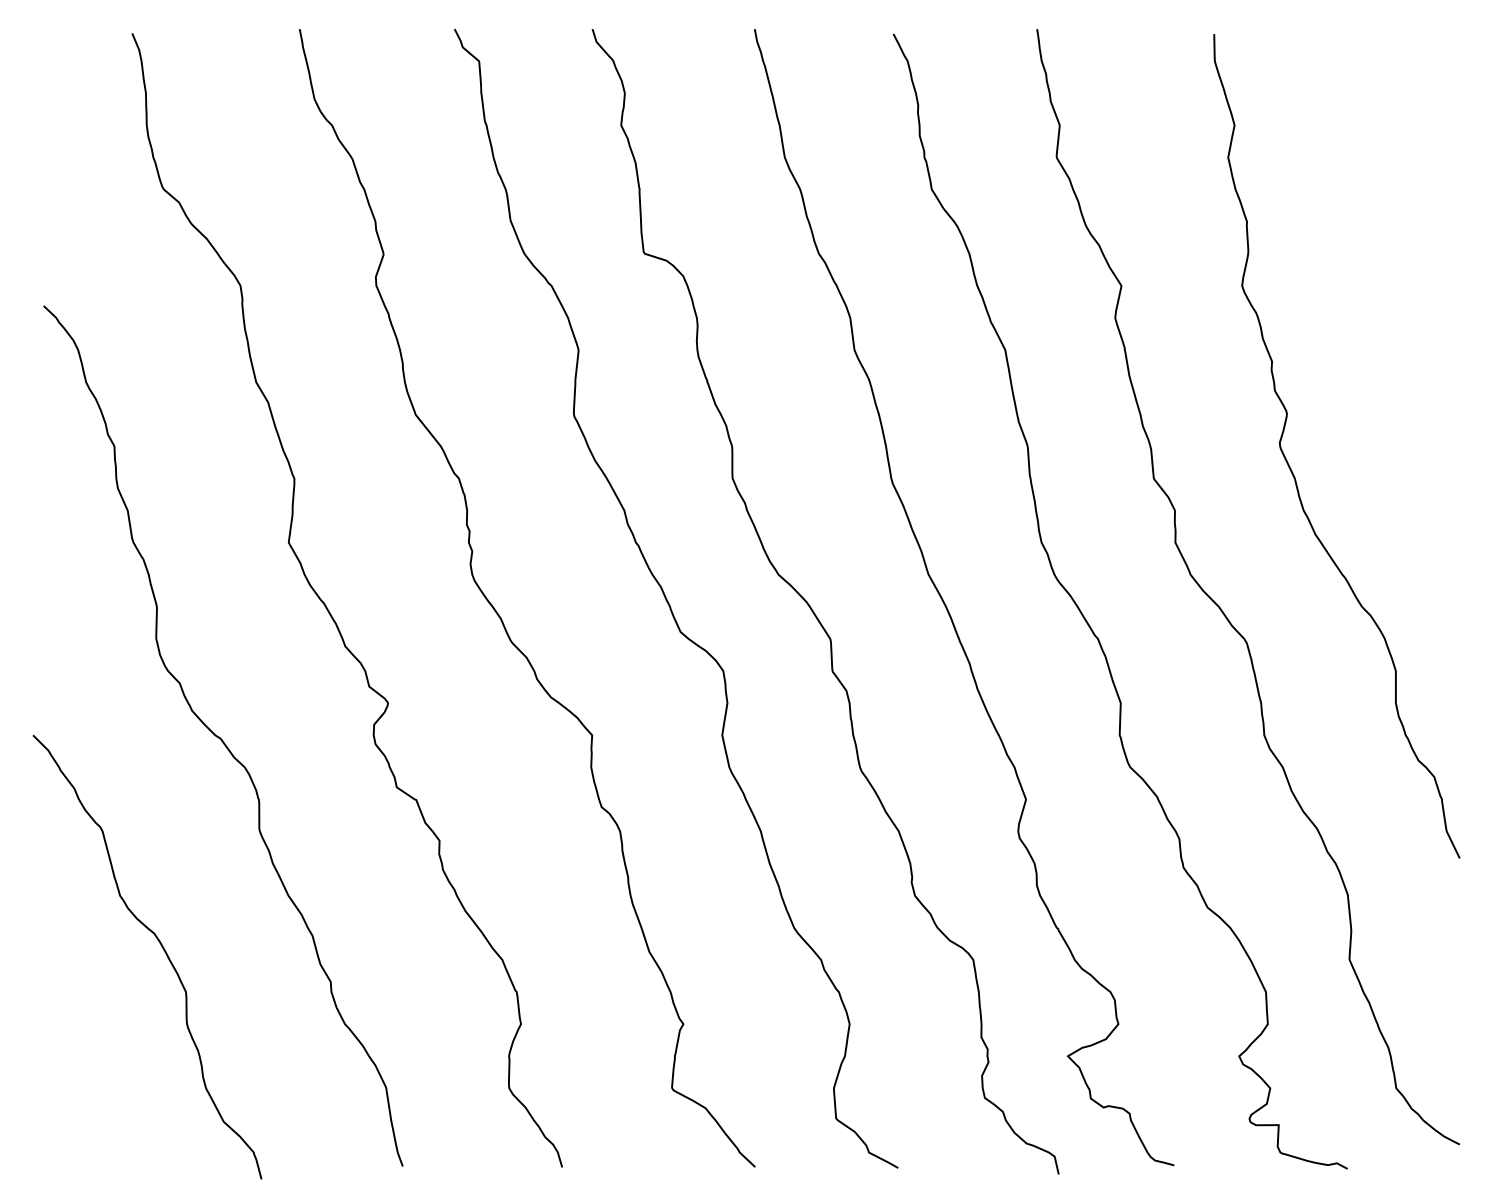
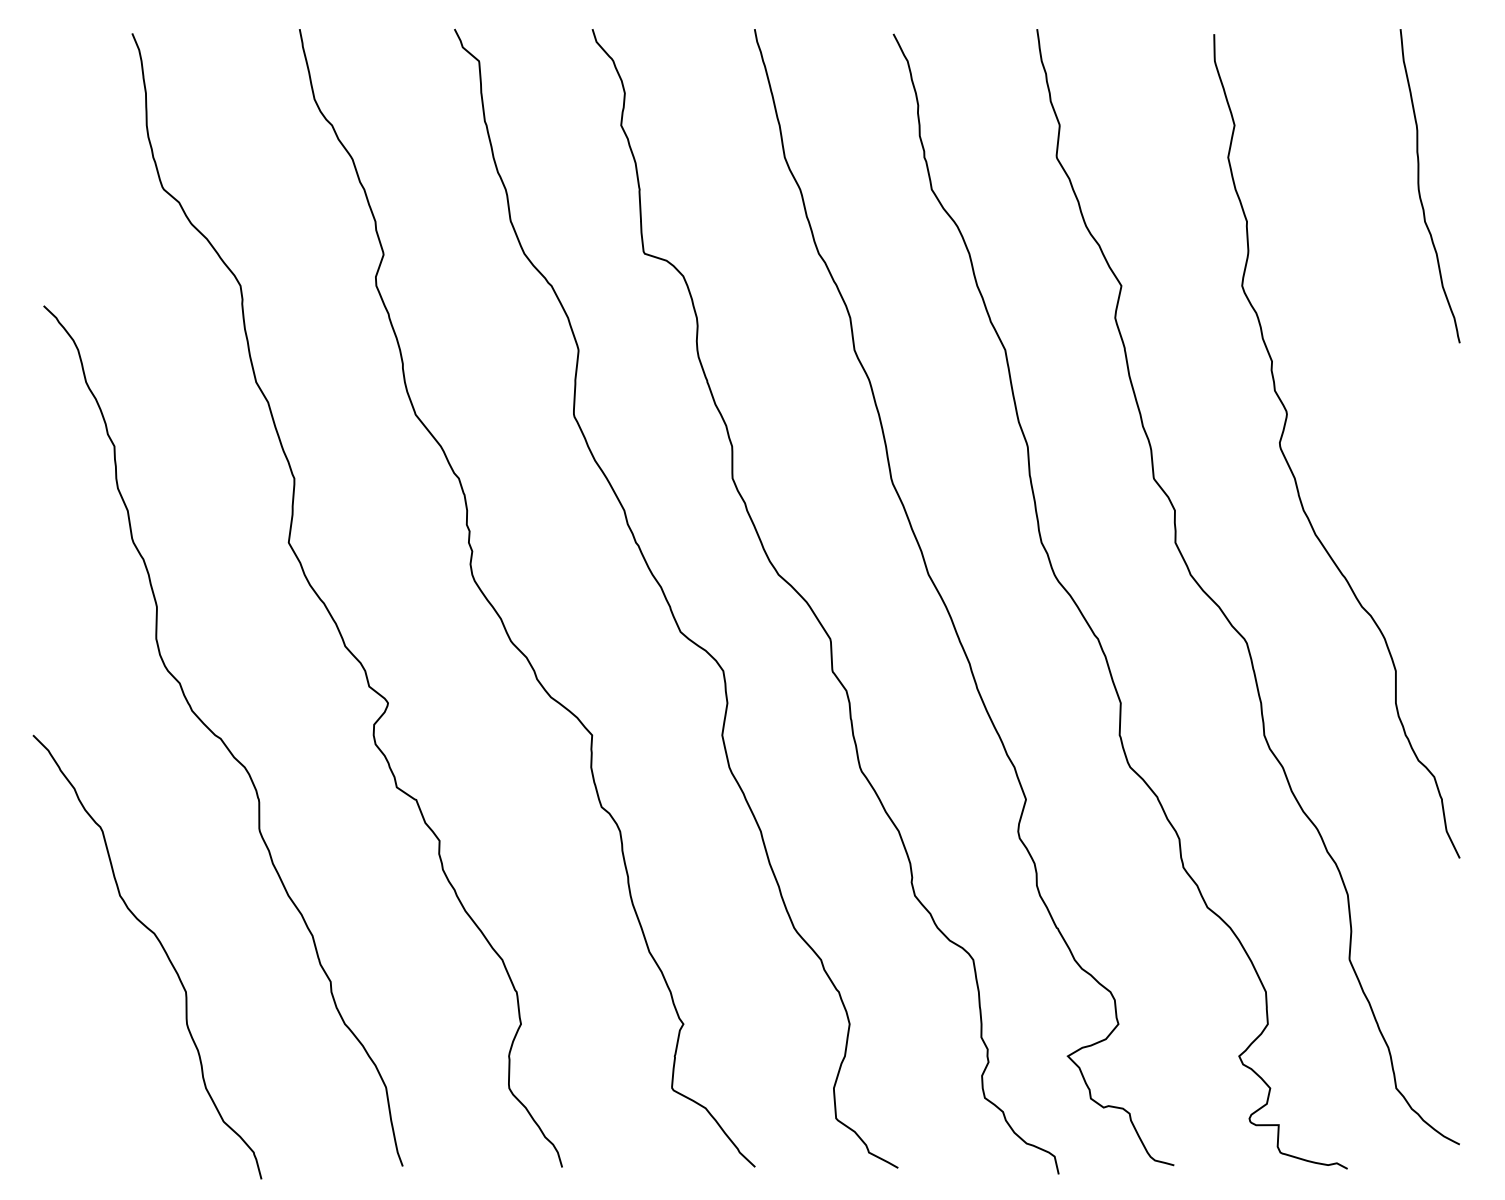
curve at (1419, 186): none -> present
